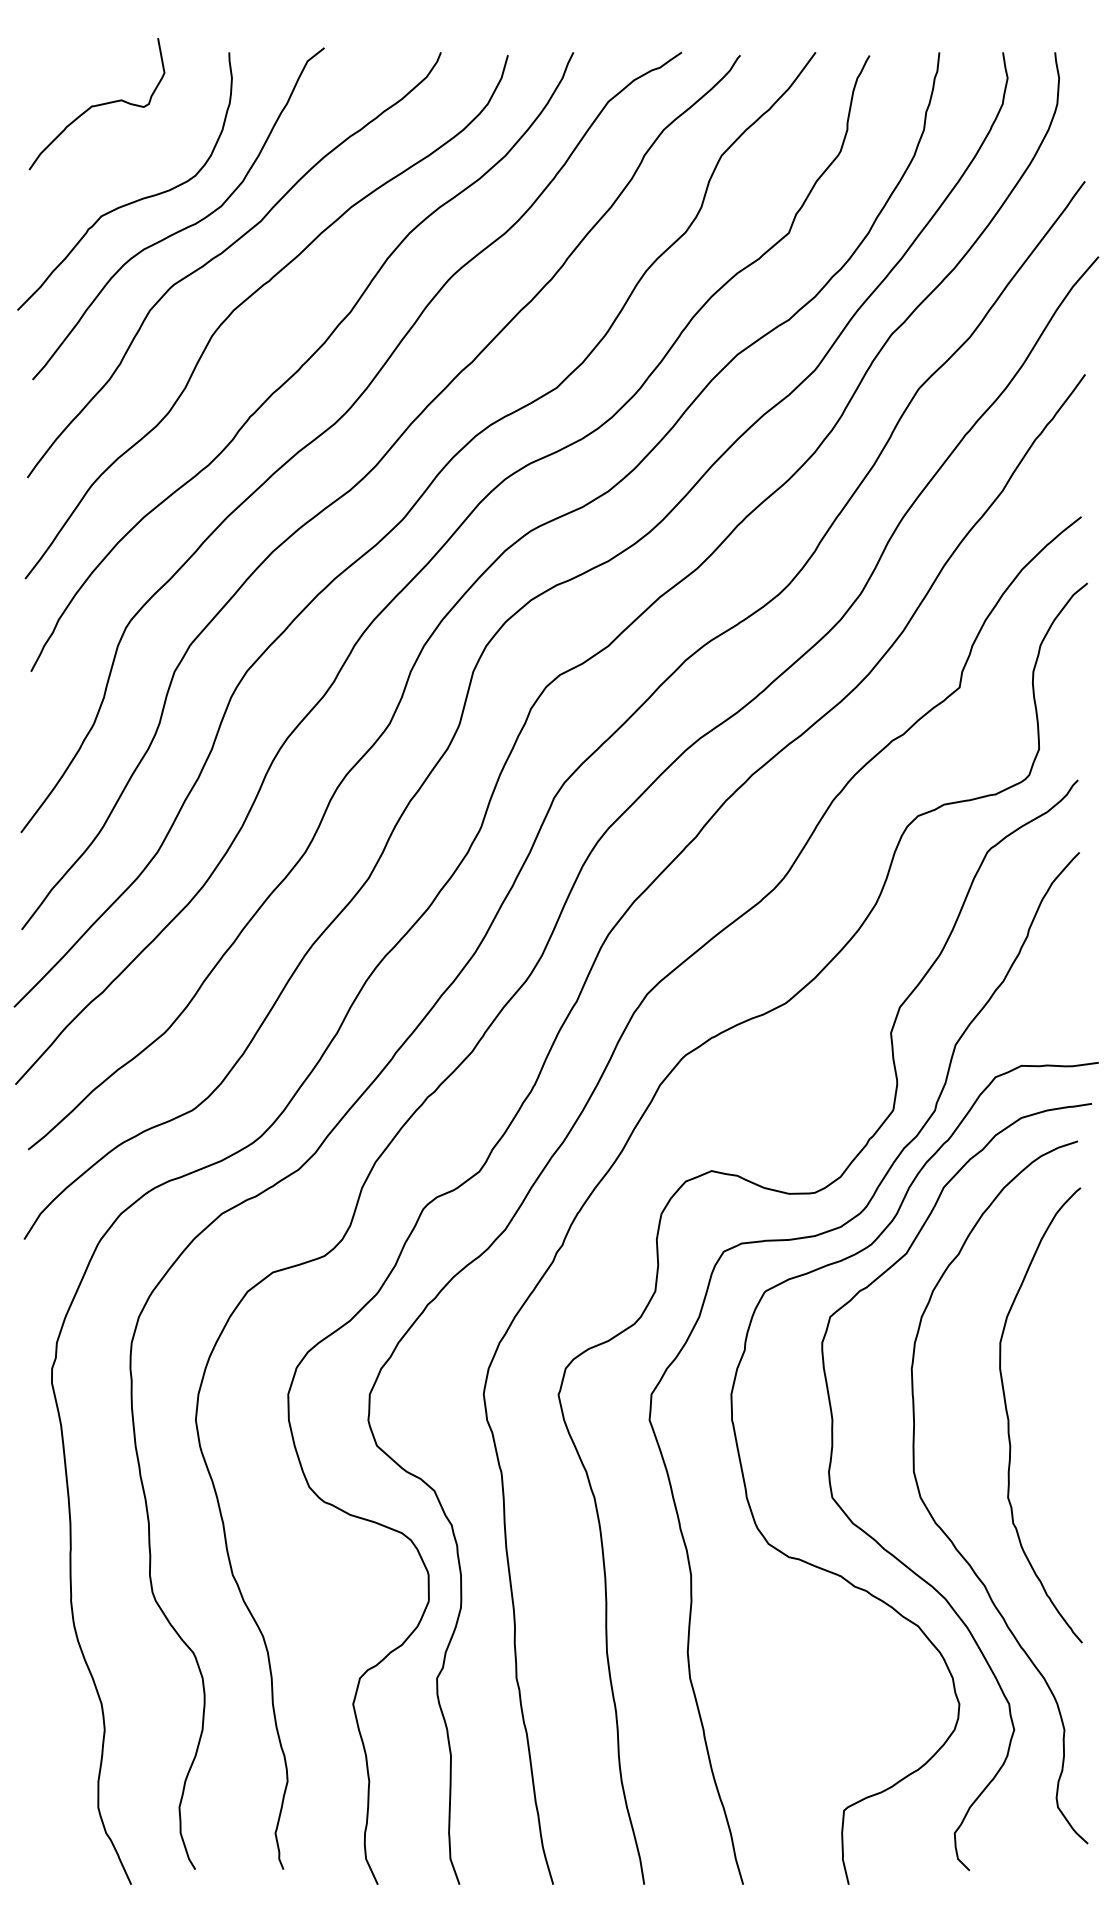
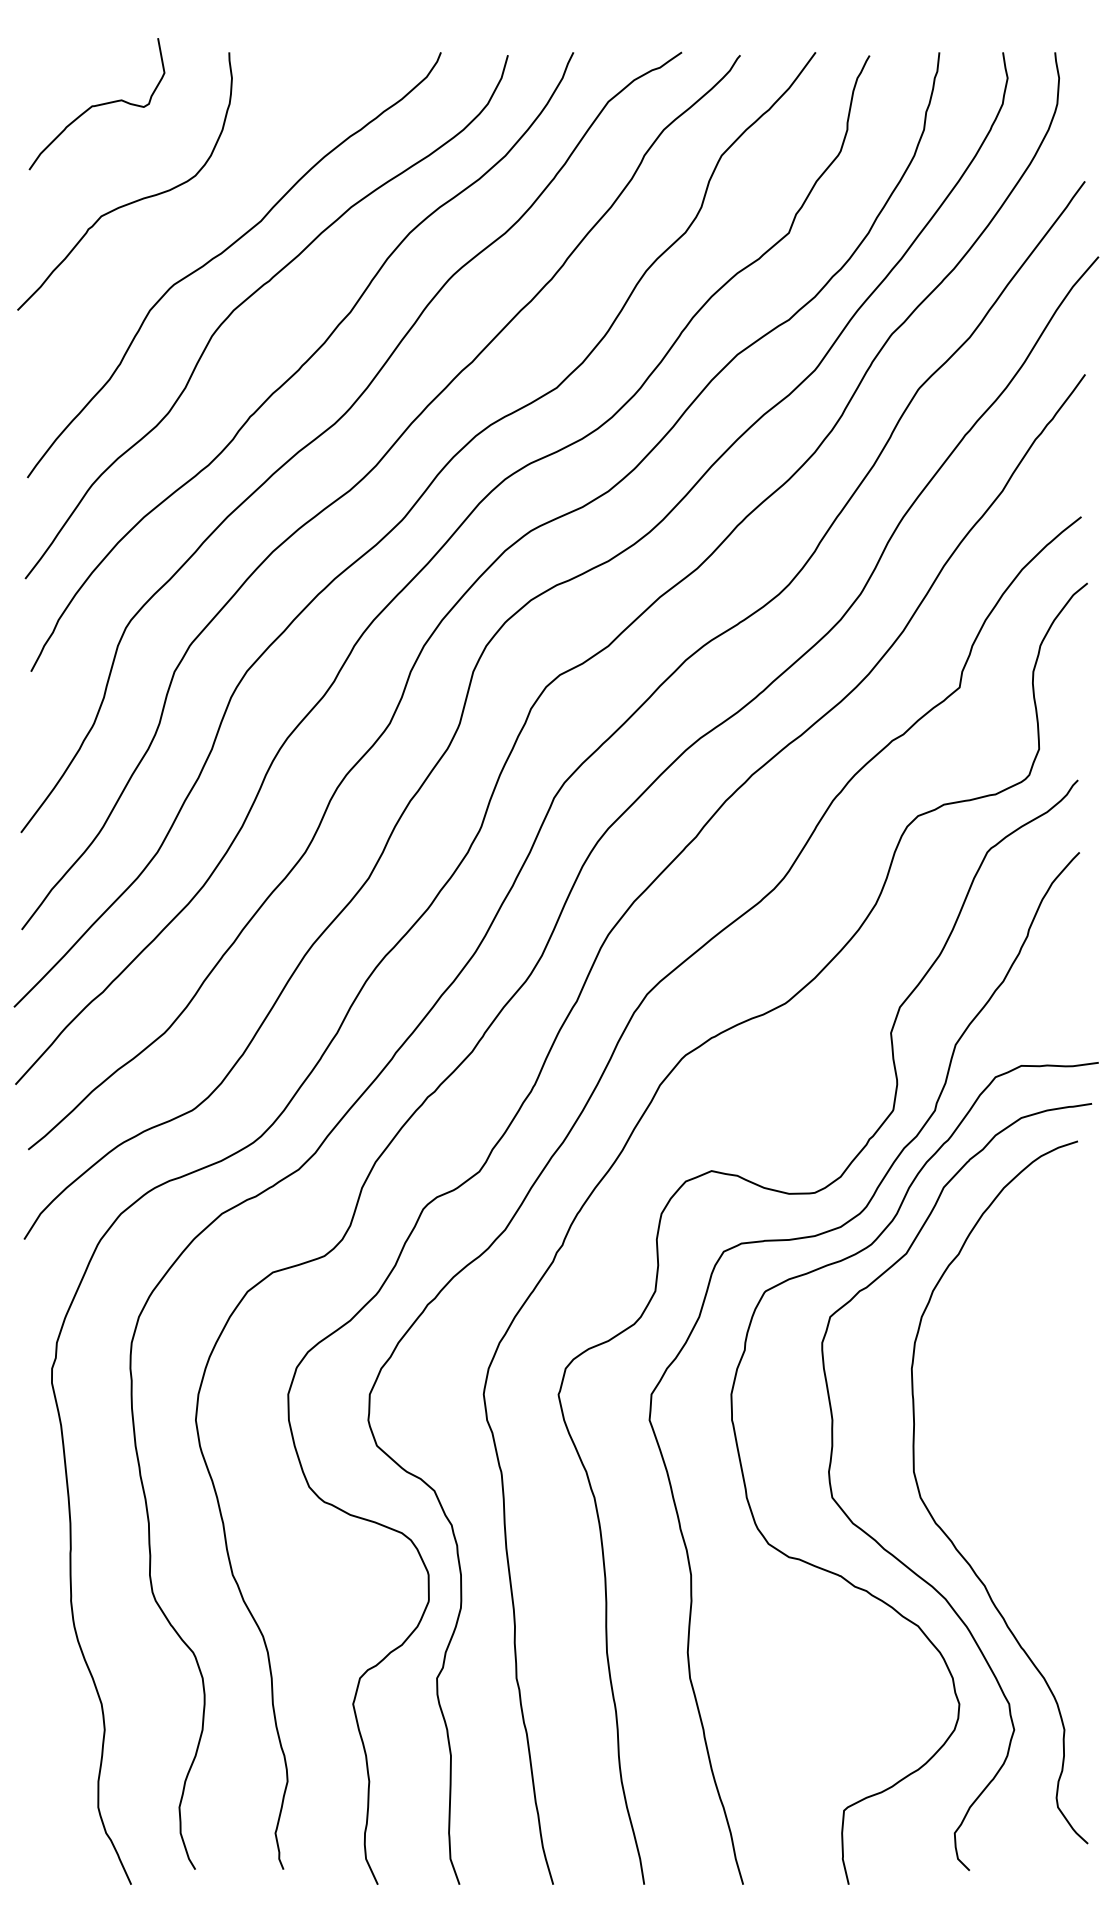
curve at (184, 227): present -> none
curve at (1009, 1419): present -> none
